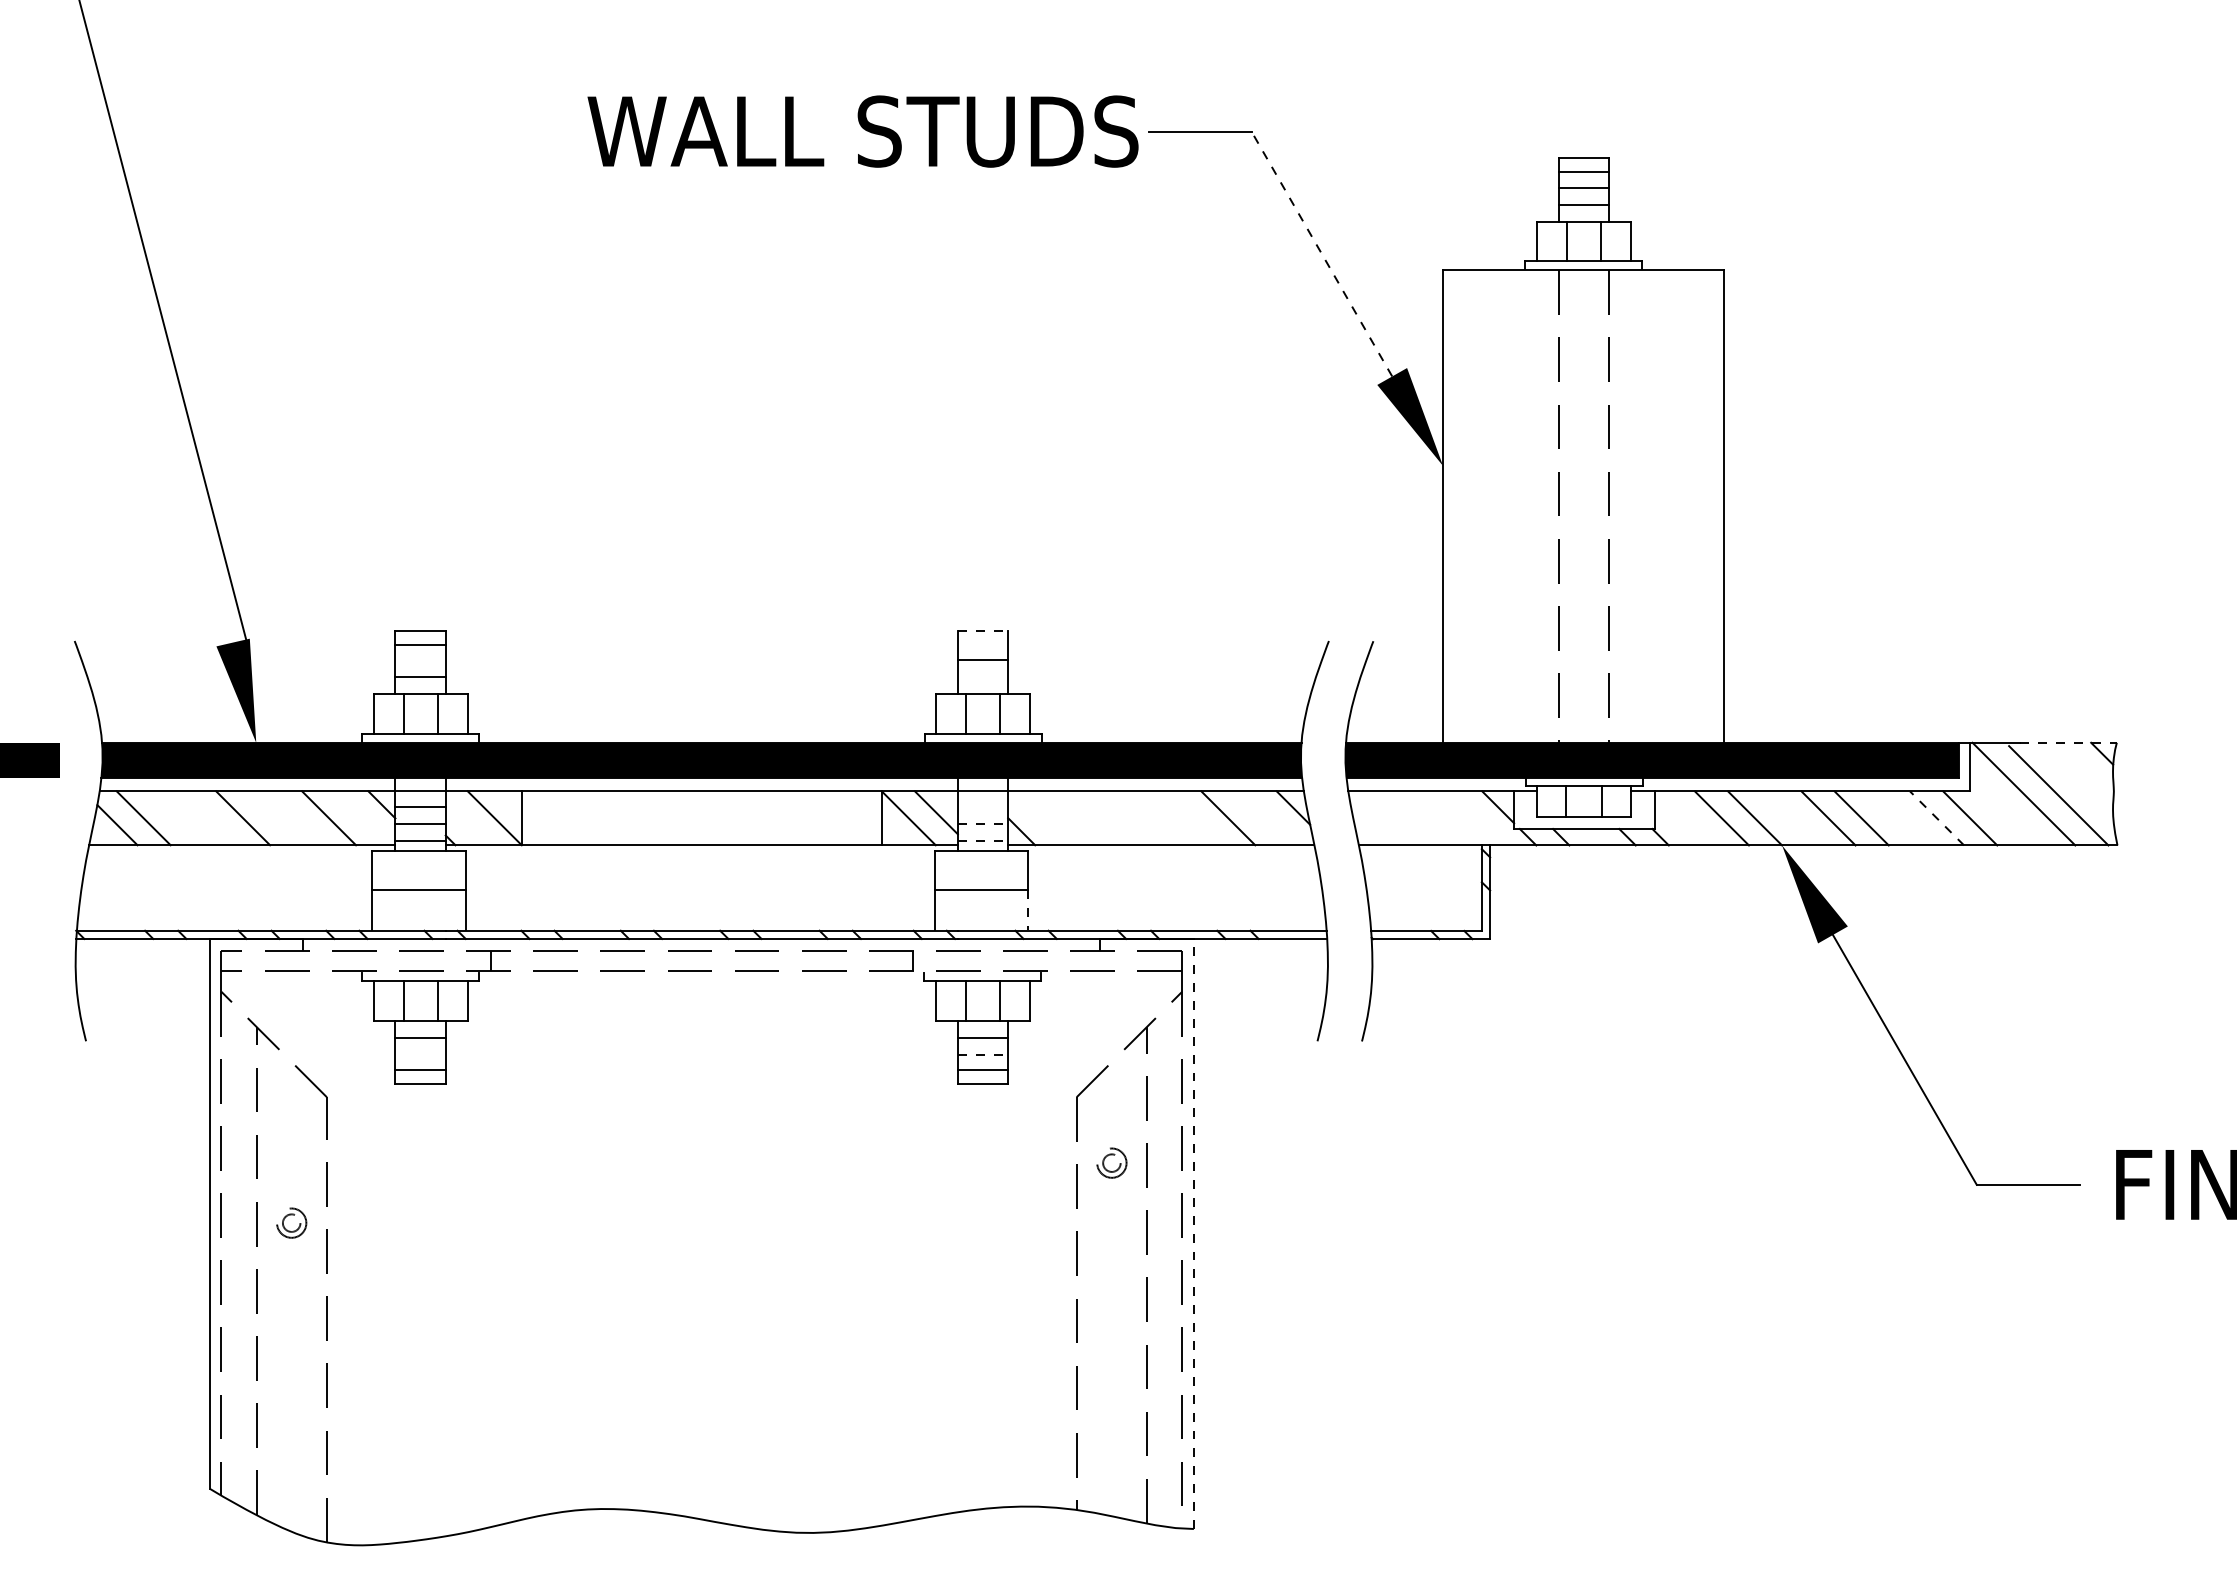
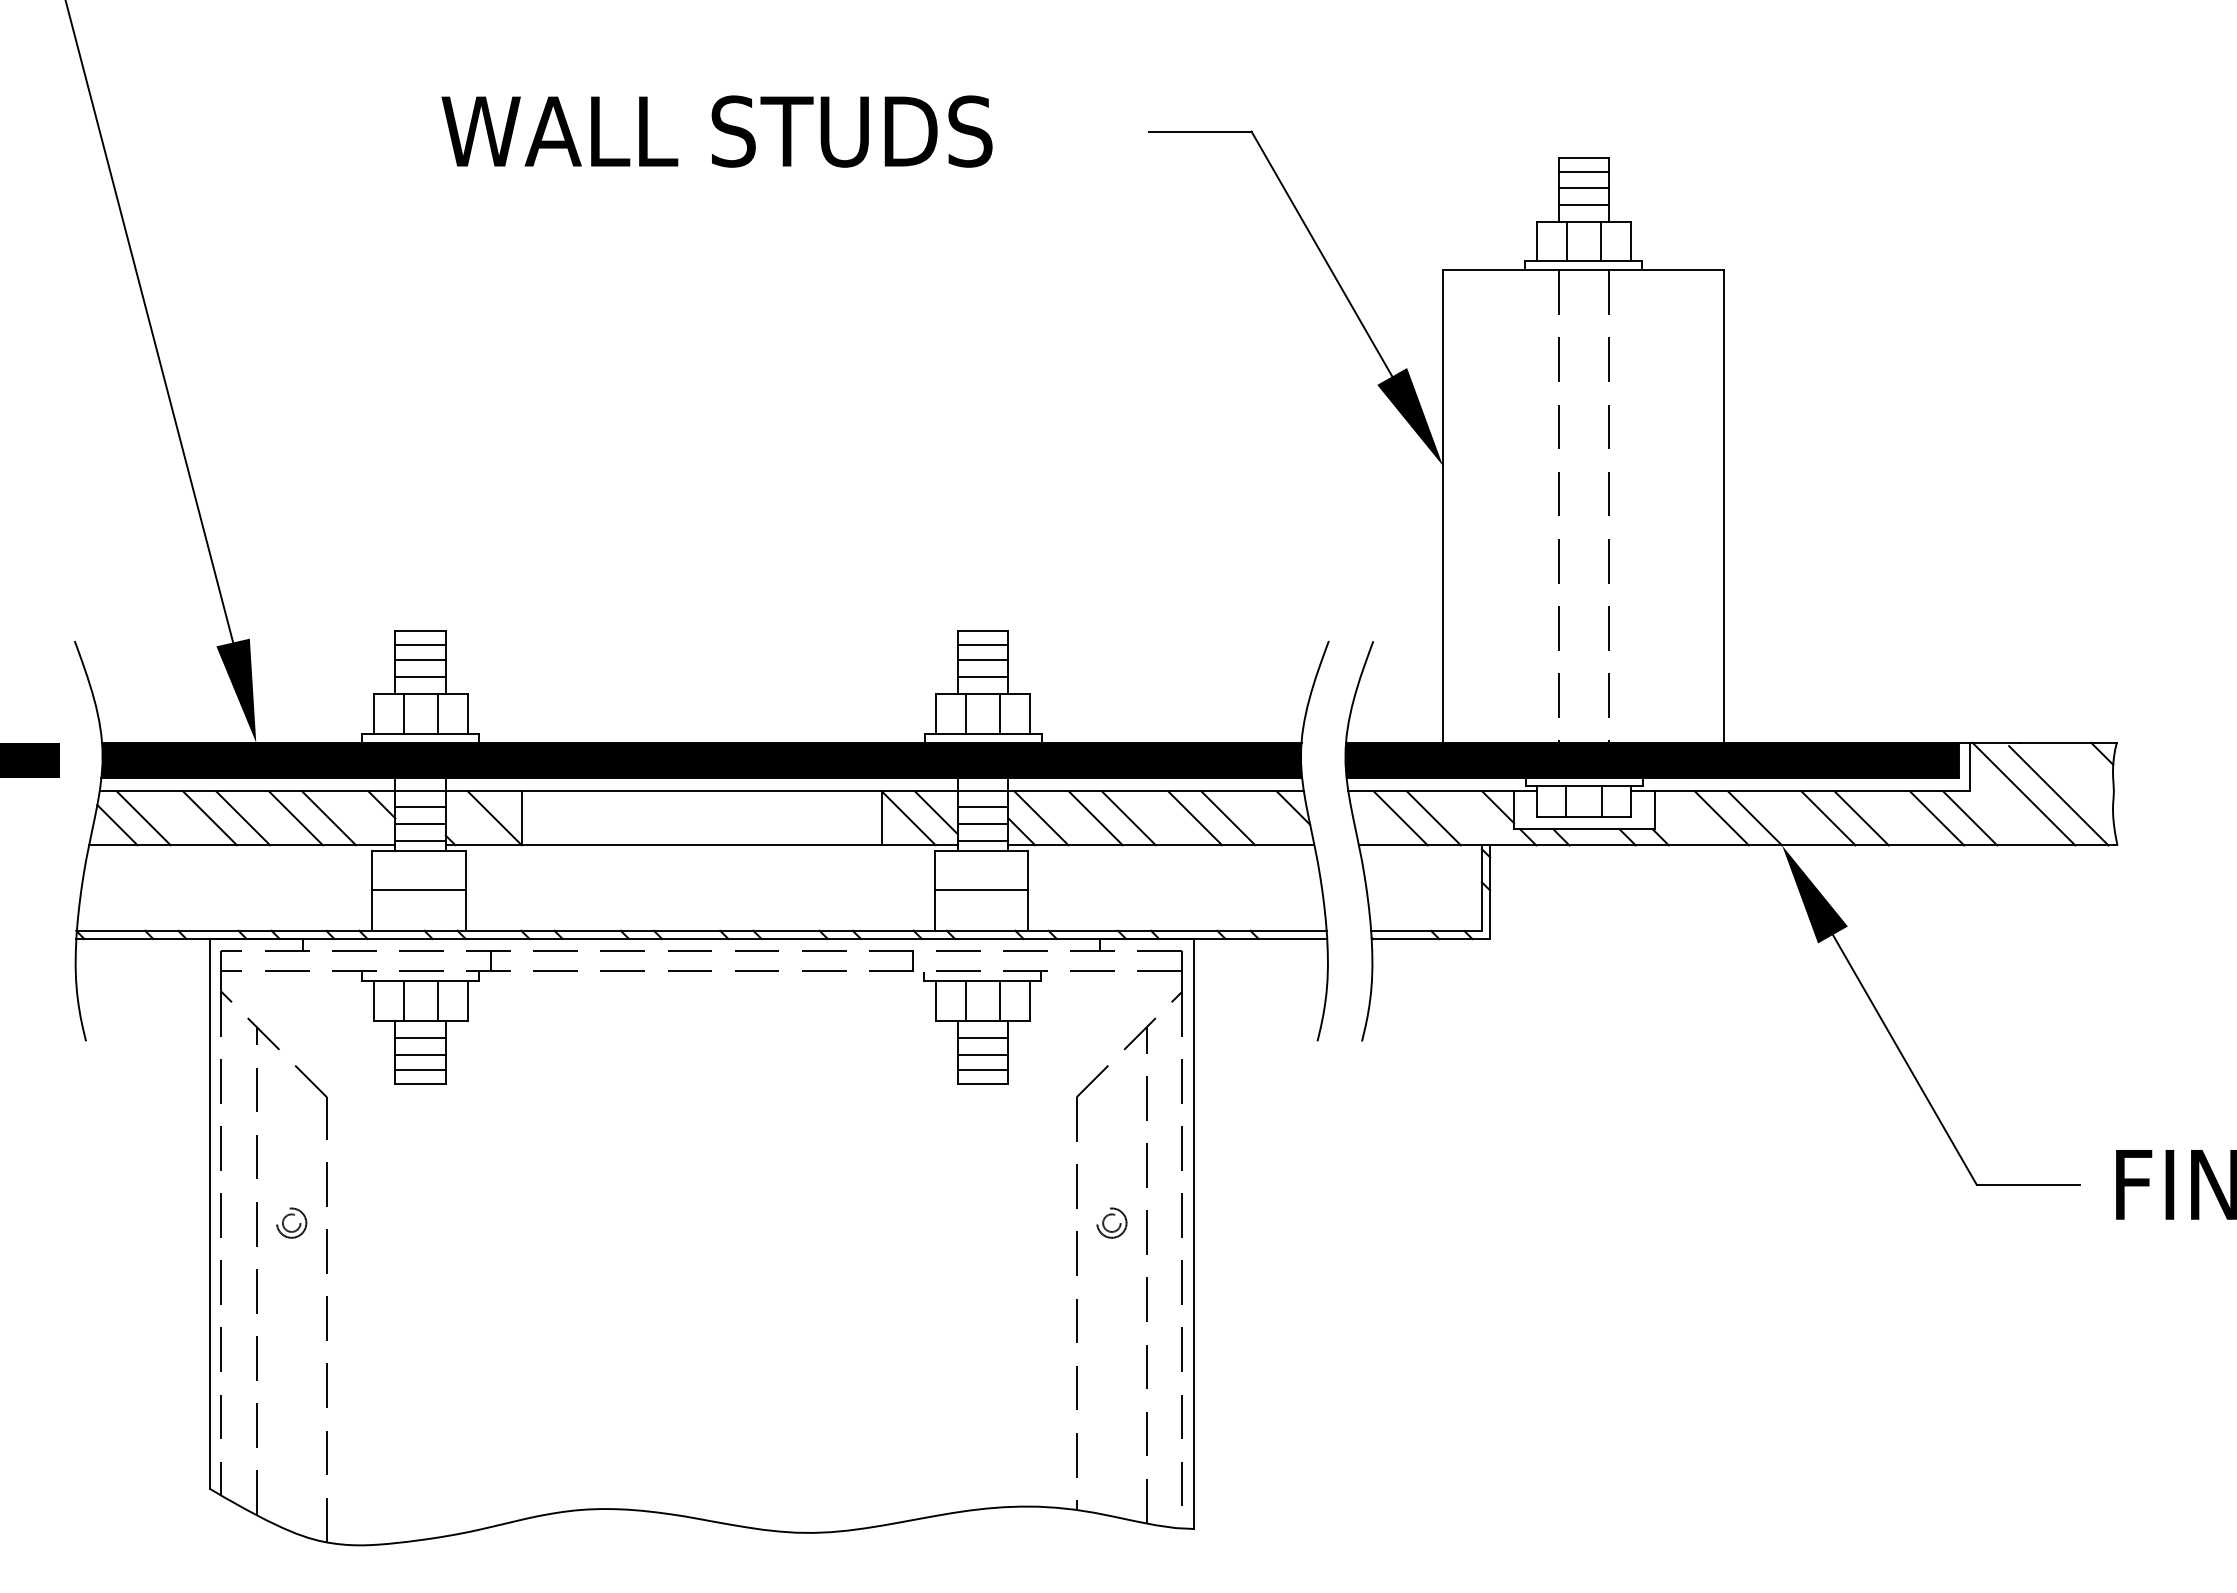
text at (862, 131) position: (862, 131) -> (716, 131)
line at (1321, 253): dashed -> solid
line at (162, 320) position: (162, 320) -> (149, 322)
line at (983, 630): dashed -> solid
line at (982, 644): none -> present
line at (420, 660): none -> present
line at (982, 677): none -> present
line at (2069, 742): dashed -> solid
line at (982, 806): none -> present
line at (210, 818): none -> present
line at (295, 818): none -> present
line at (1041, 818): none -> present
line at (1095, 818): none -> present
line at (1128, 818): none -> present
line at (1195, 818): none -> present
line at (1400, 818): none -> present
line at (1433, 818): none -> present
line at (1936, 818): dashed -> solid
line at (983, 823): dashed -> solid
line at (983, 840): dashed -> solid
line at (1028, 910): dashed -> solid
line at (420, 1054): none -> present
line at (983, 1054): dashed -> solid
part at (1108, 1156) position: (1108, 1156) -> (1108, 1216)
line at (1193, 1233): dashed -> solid
